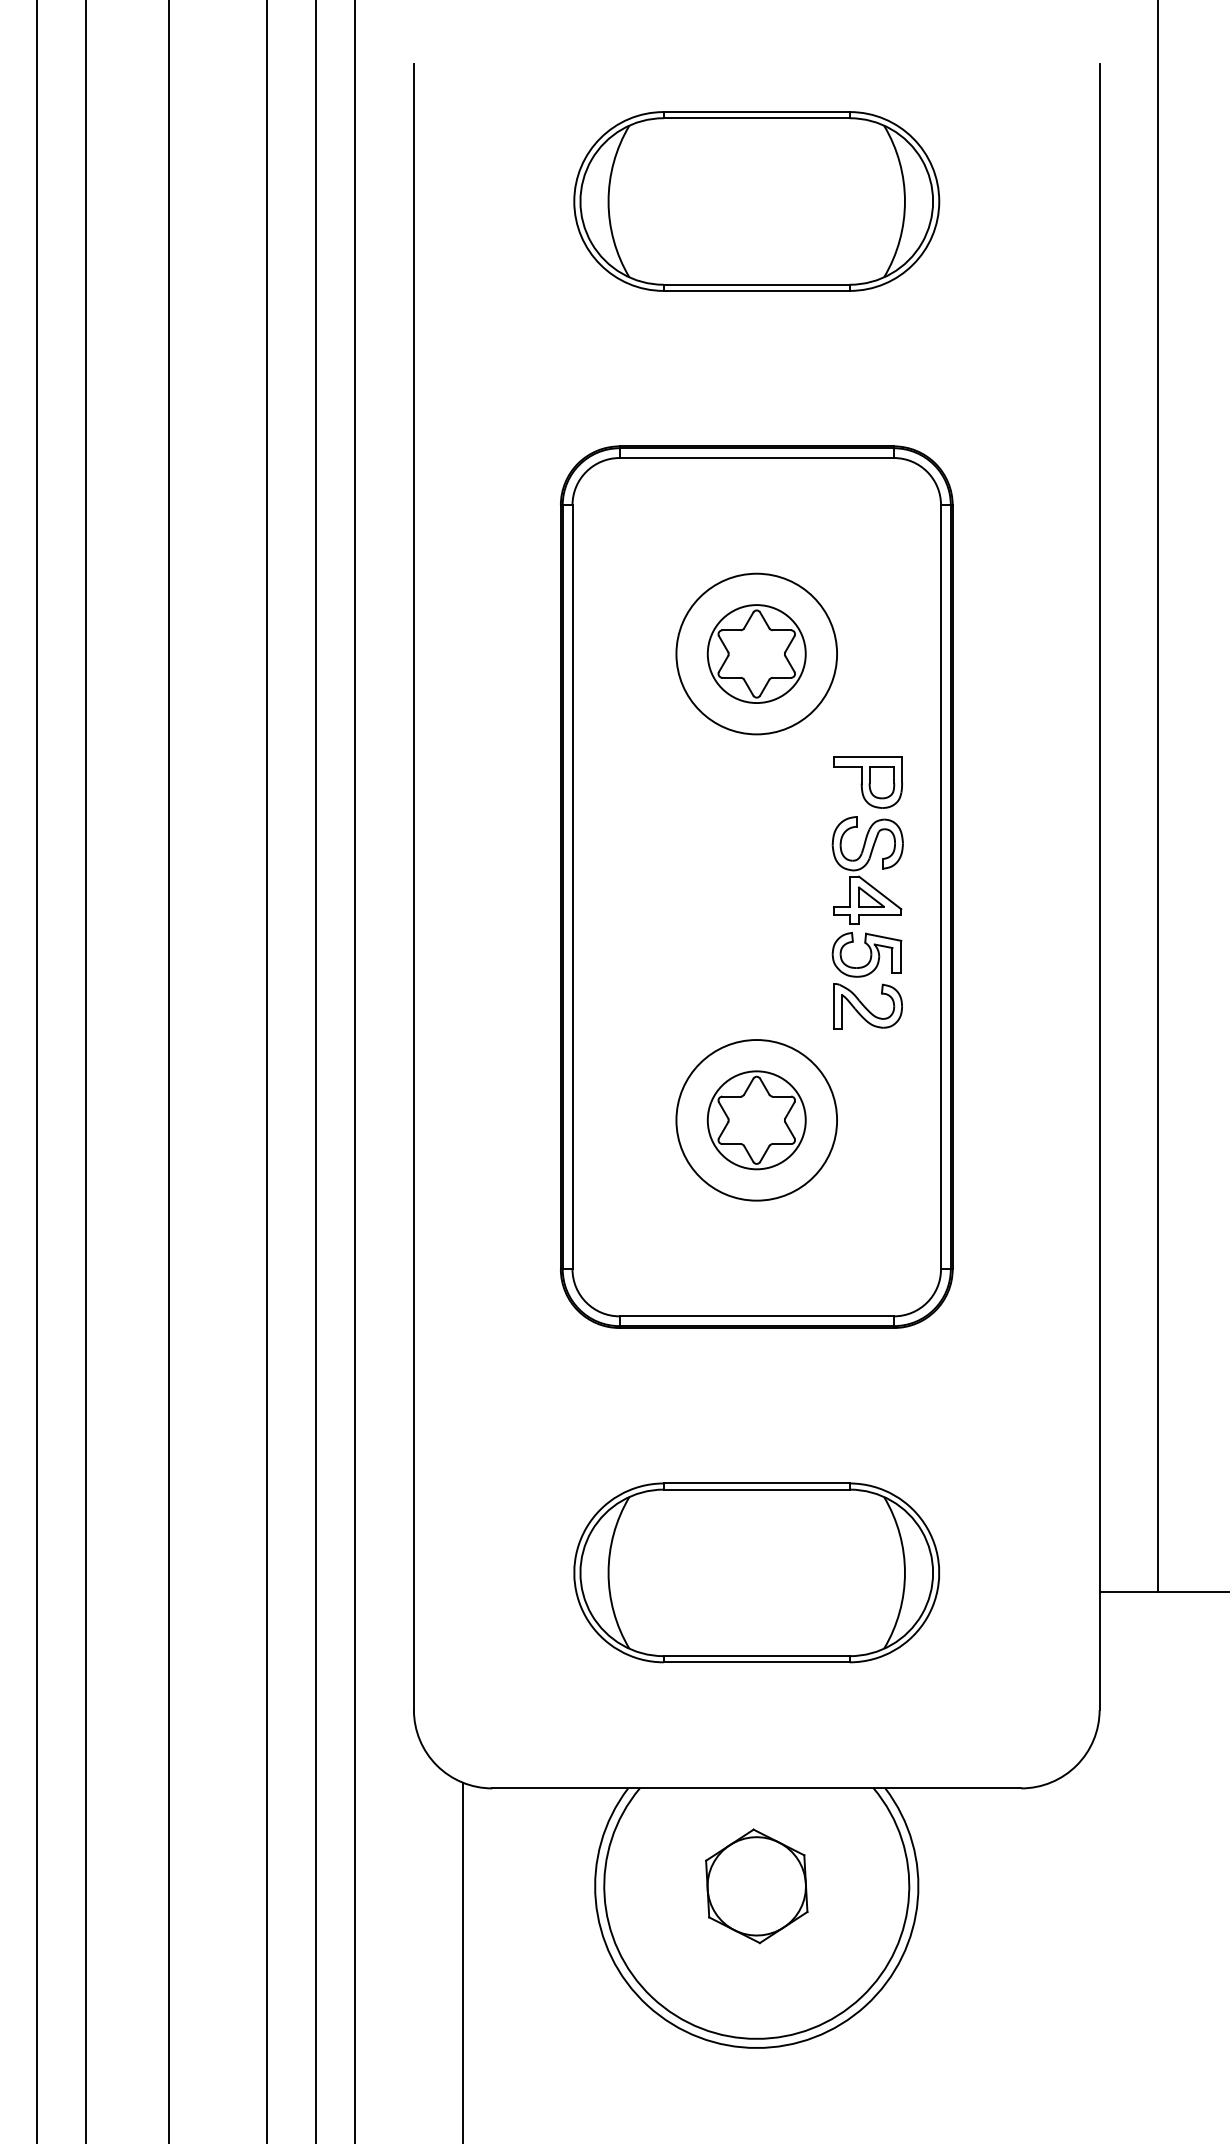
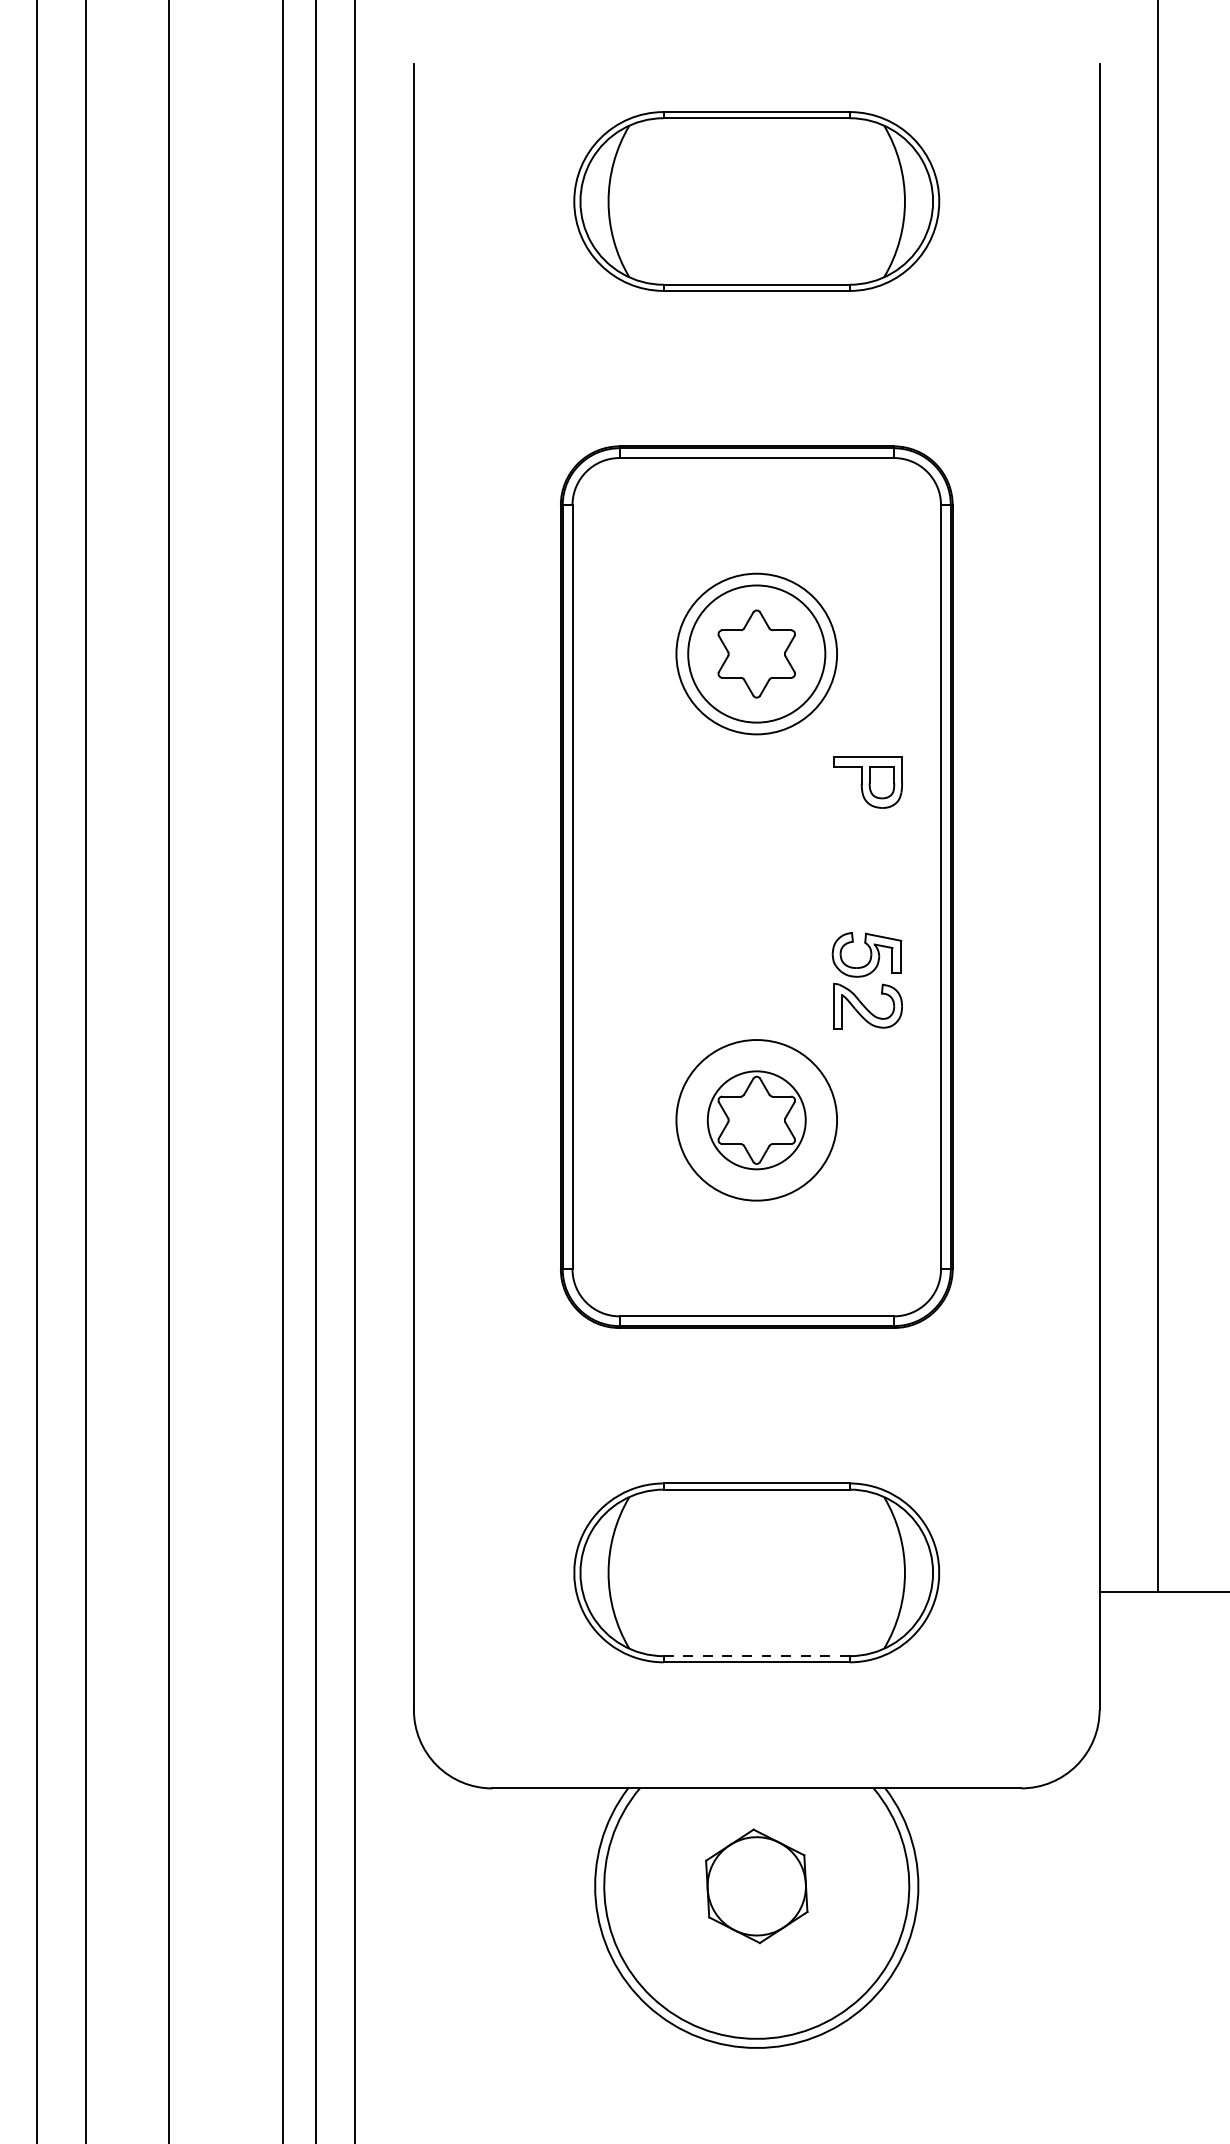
circle at (756, 654) diameter: 98 px -> 137 px
part at (867, 870): present -> none
line at (266, 1071) position: (266, 1071) -> (282, 1071)
line at (756, 1656): solid -> dashed
line at (462, 1961): present -> none
